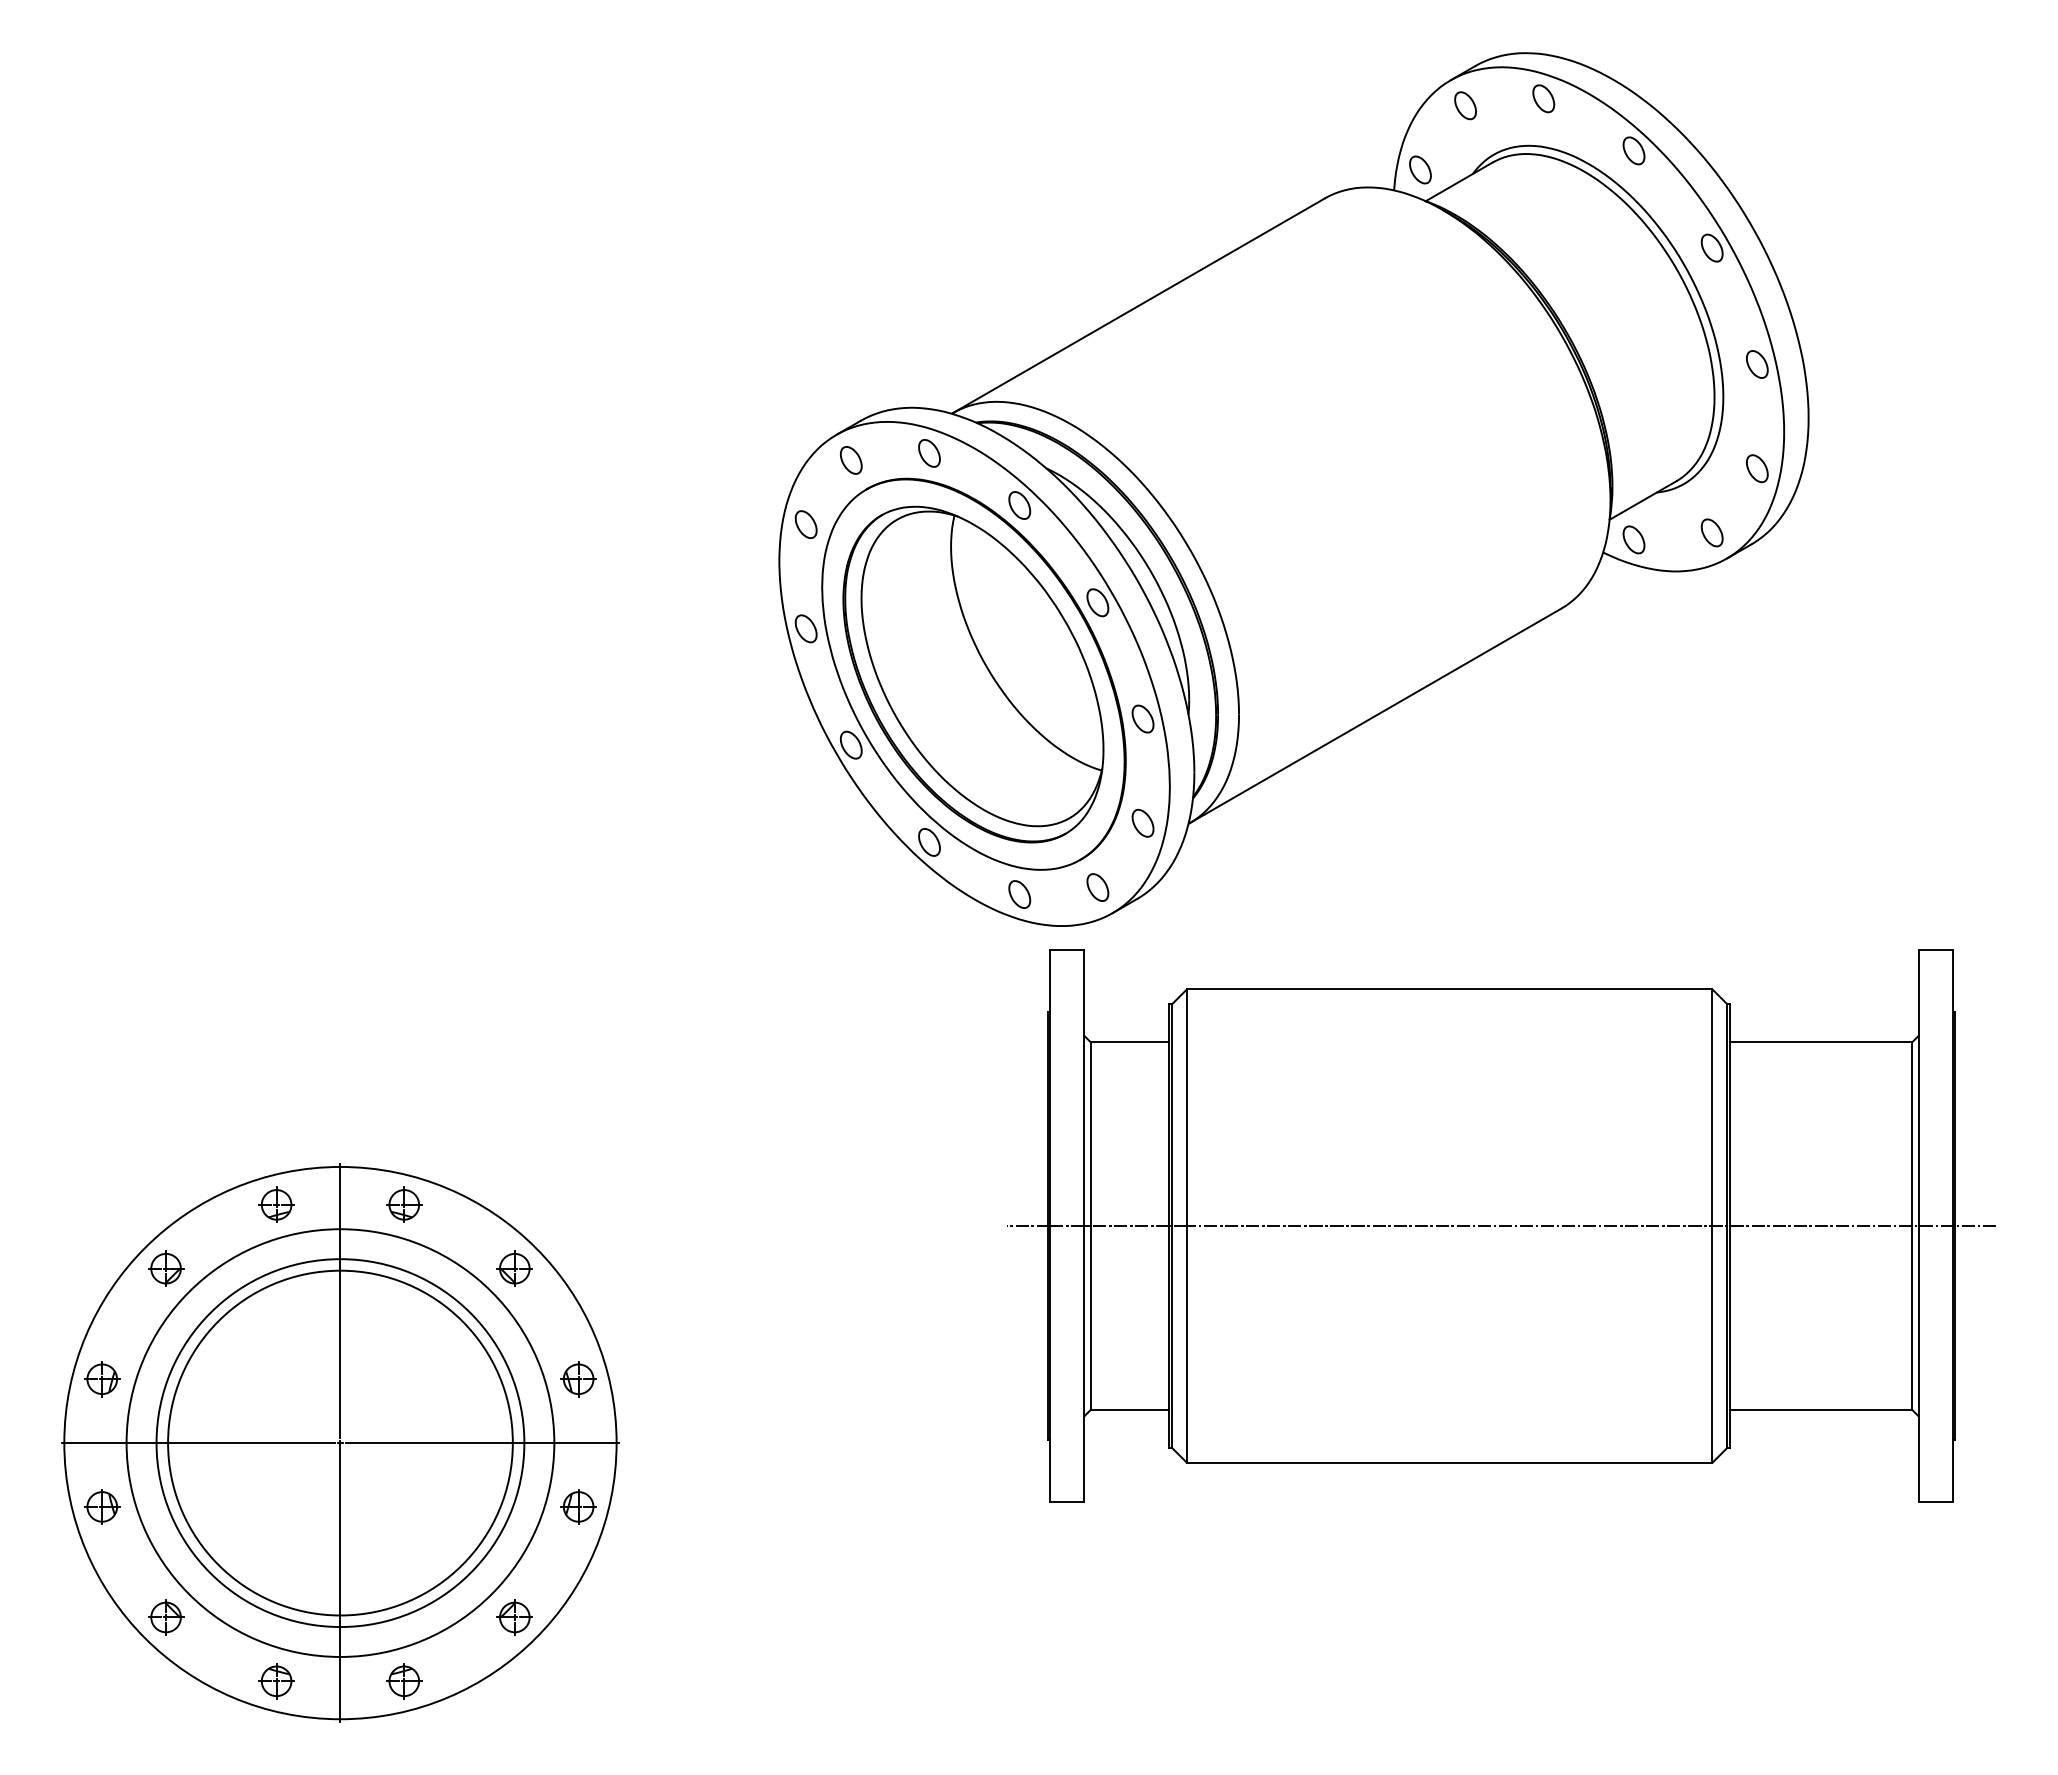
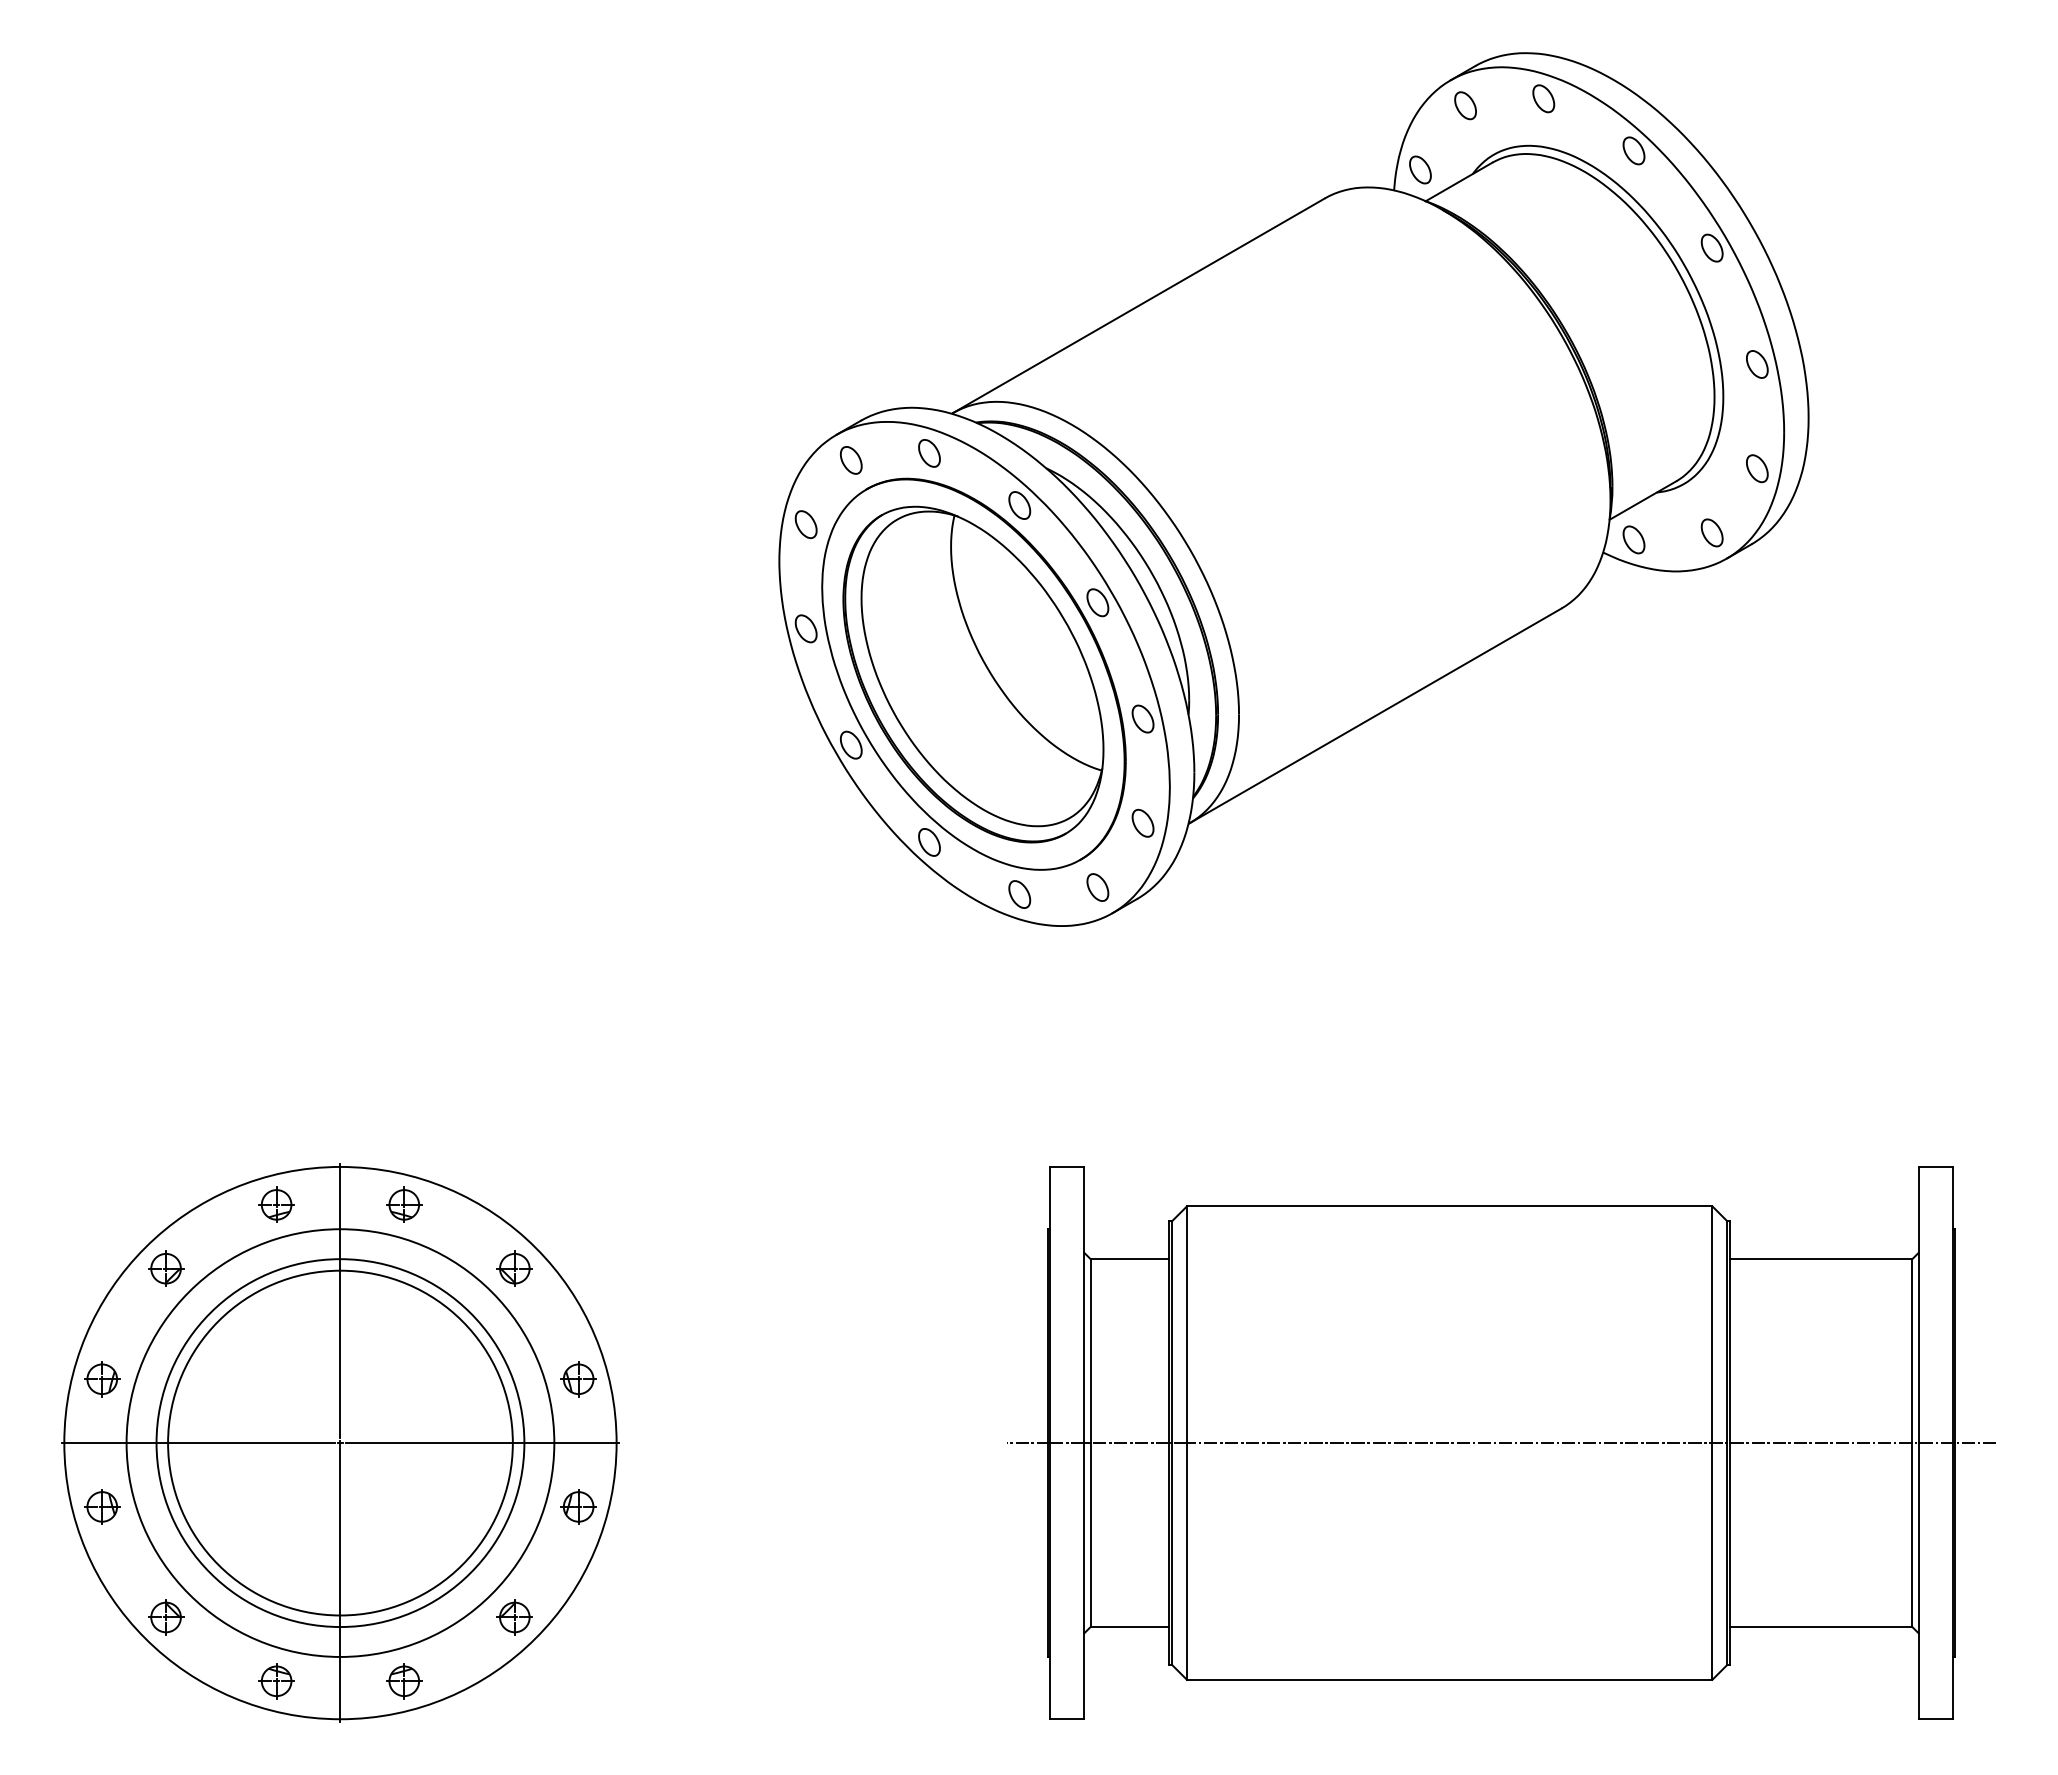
part at (1501, 1225) position: (1501, 1225) -> (1501, 1442)
